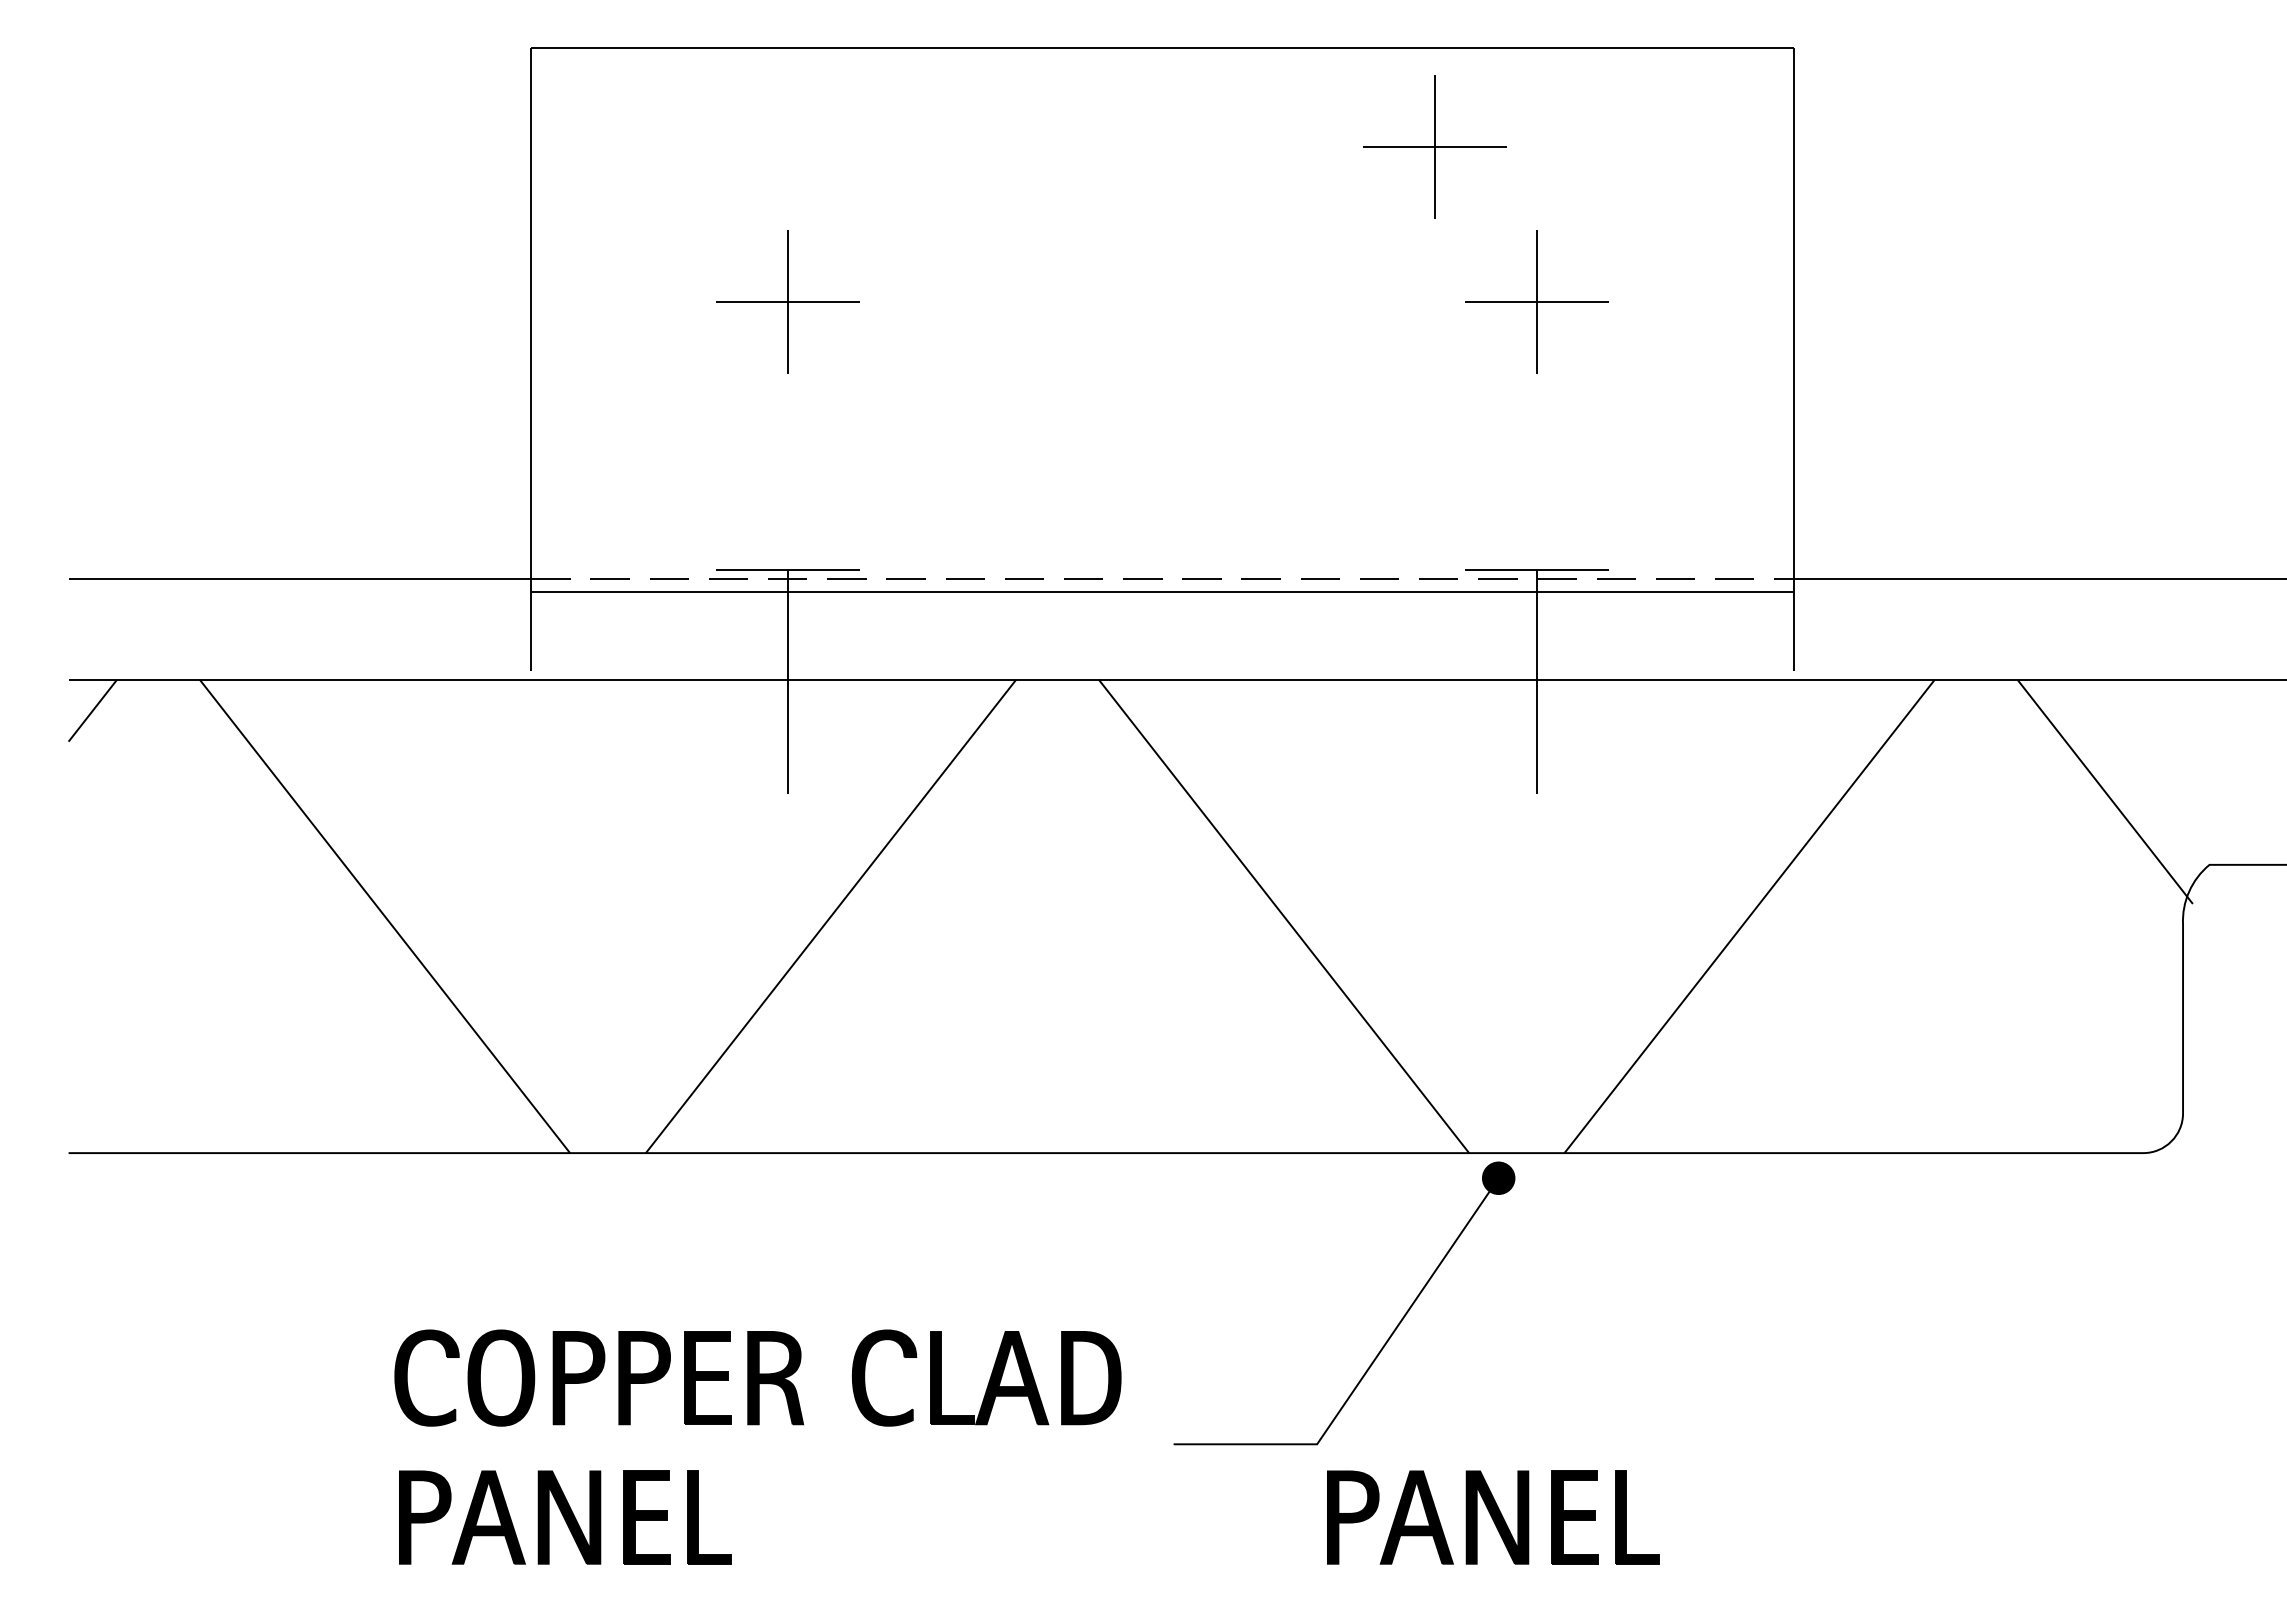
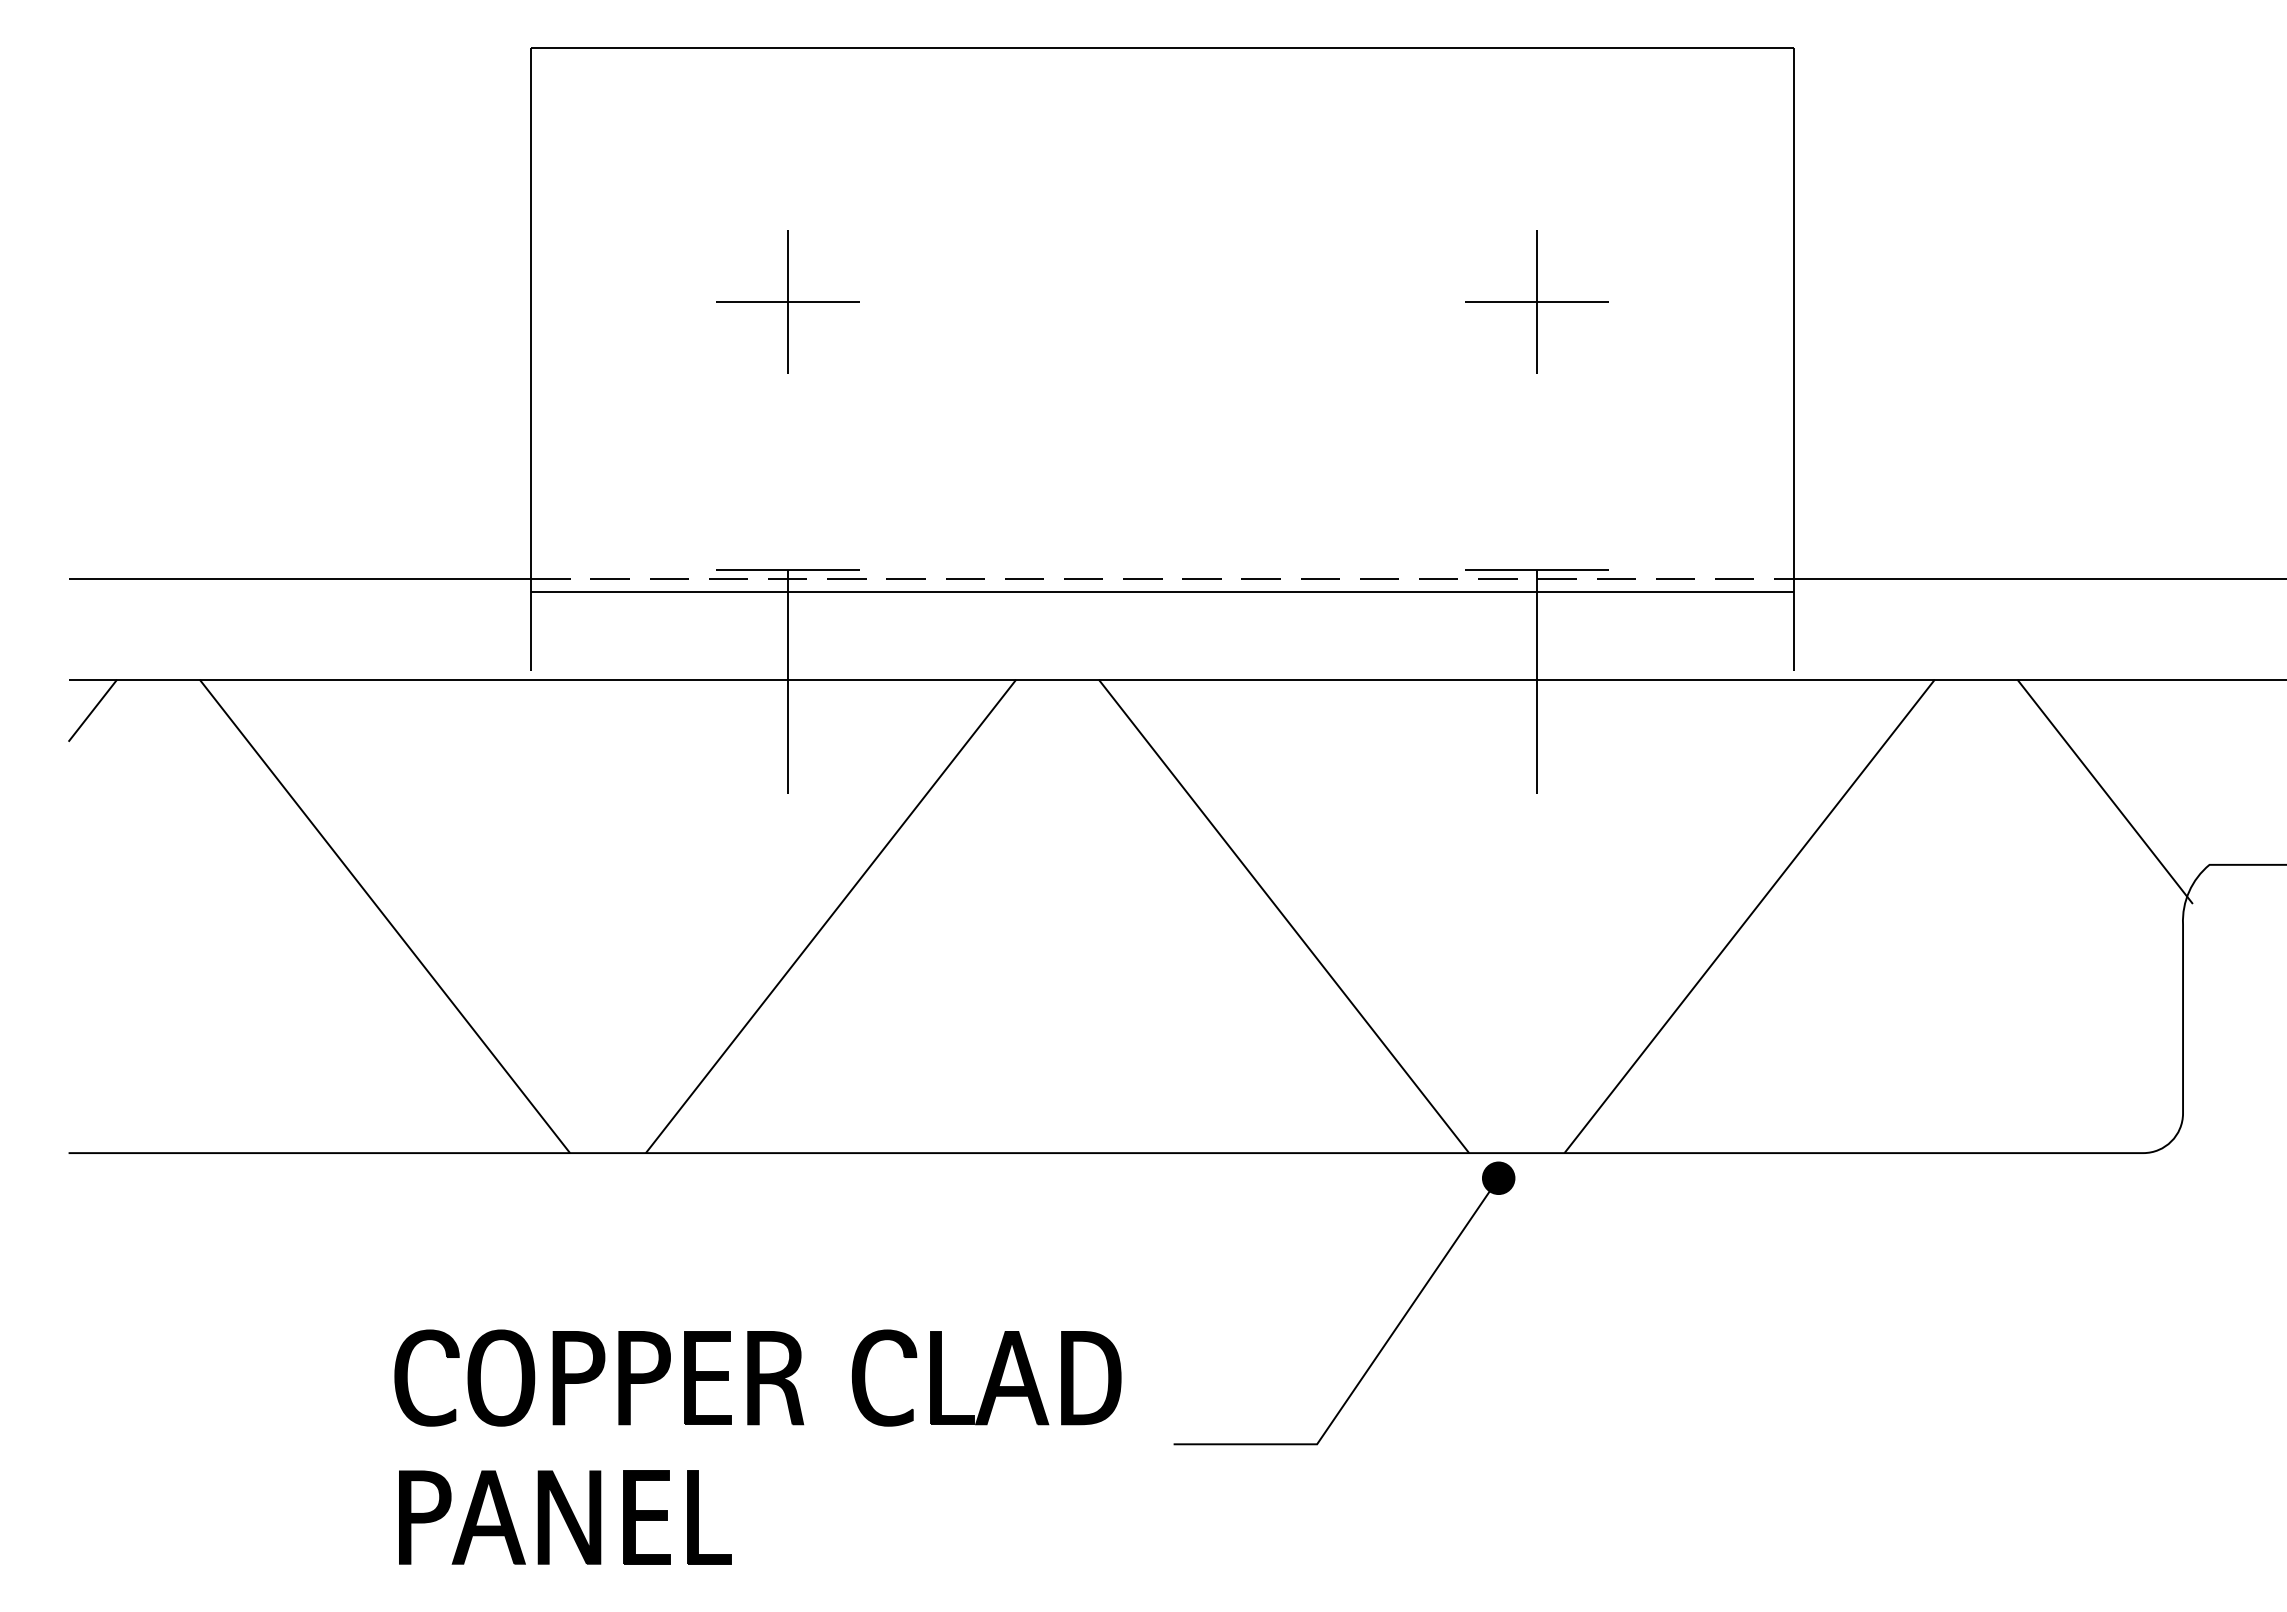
part at (1434, 146): present -> none
part at (1493, 1517): present -> none
